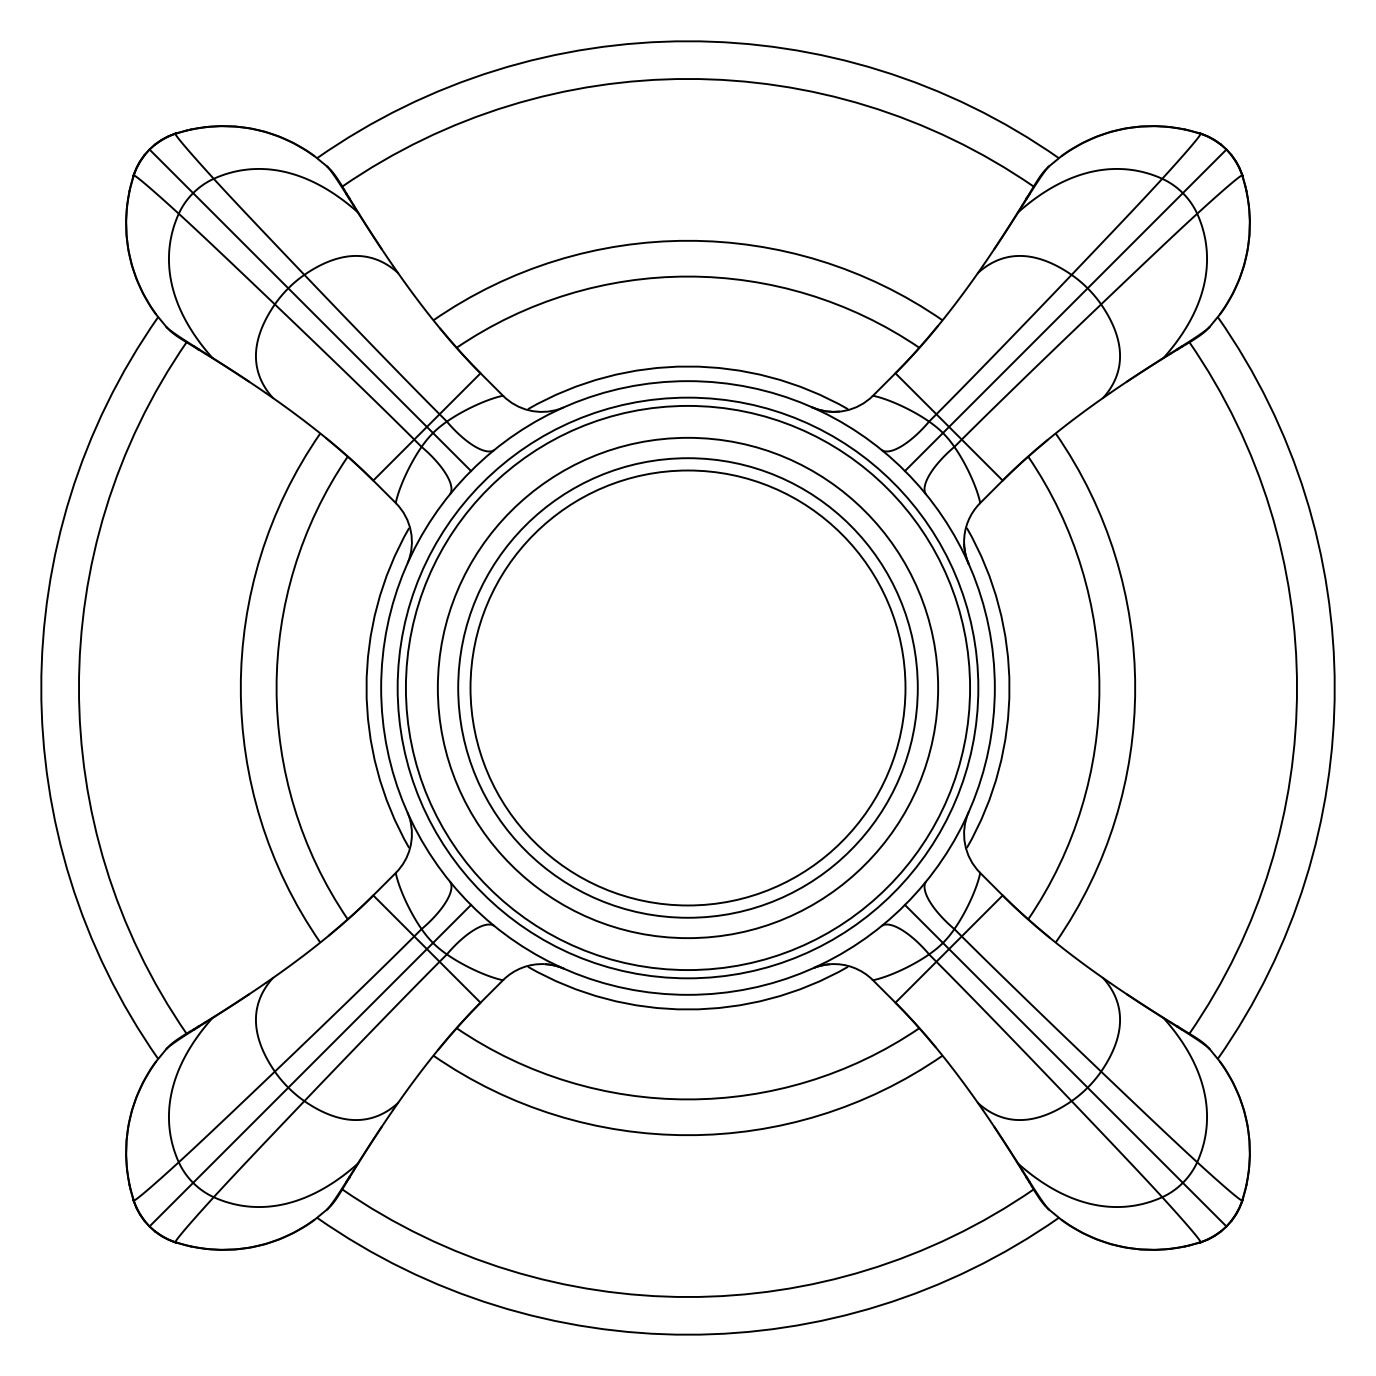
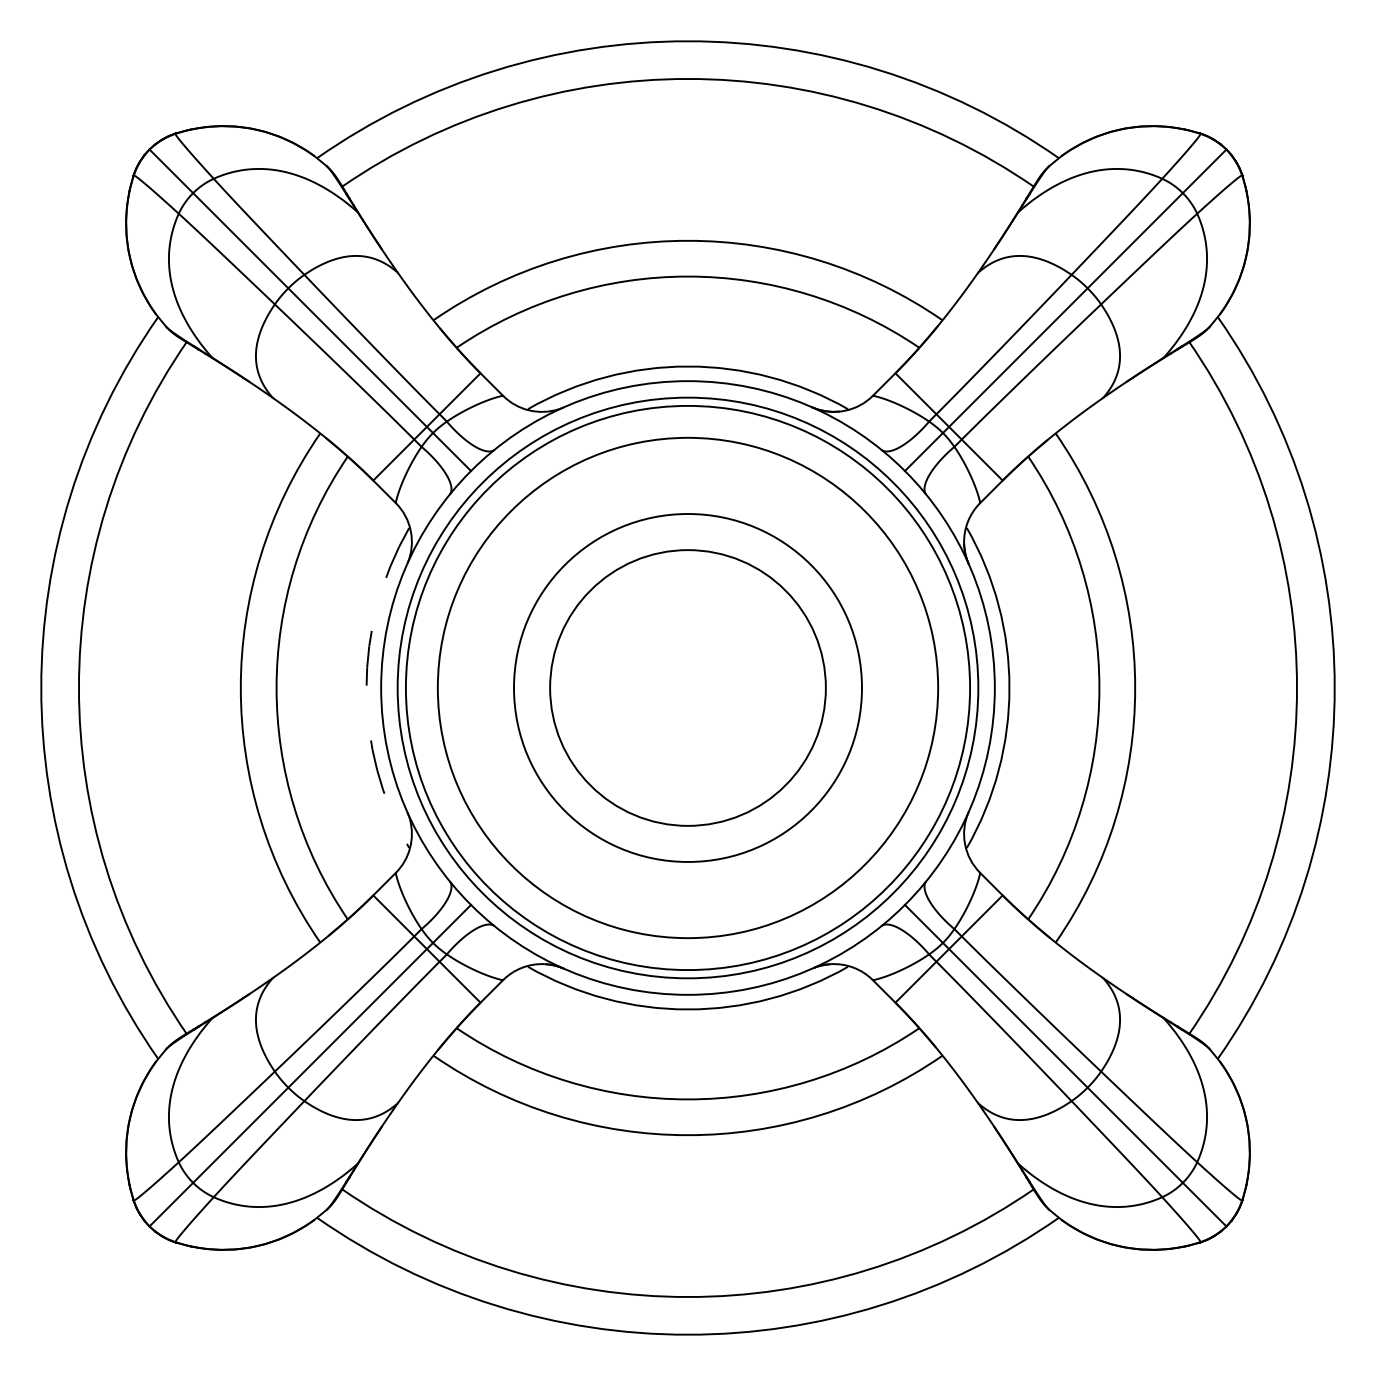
circle at (687, 687) diameter: 435 px -> 348 px
circle at (687, 687) diameter: 460 px -> 276 px
arc at (366, 688): solid -> dashed
